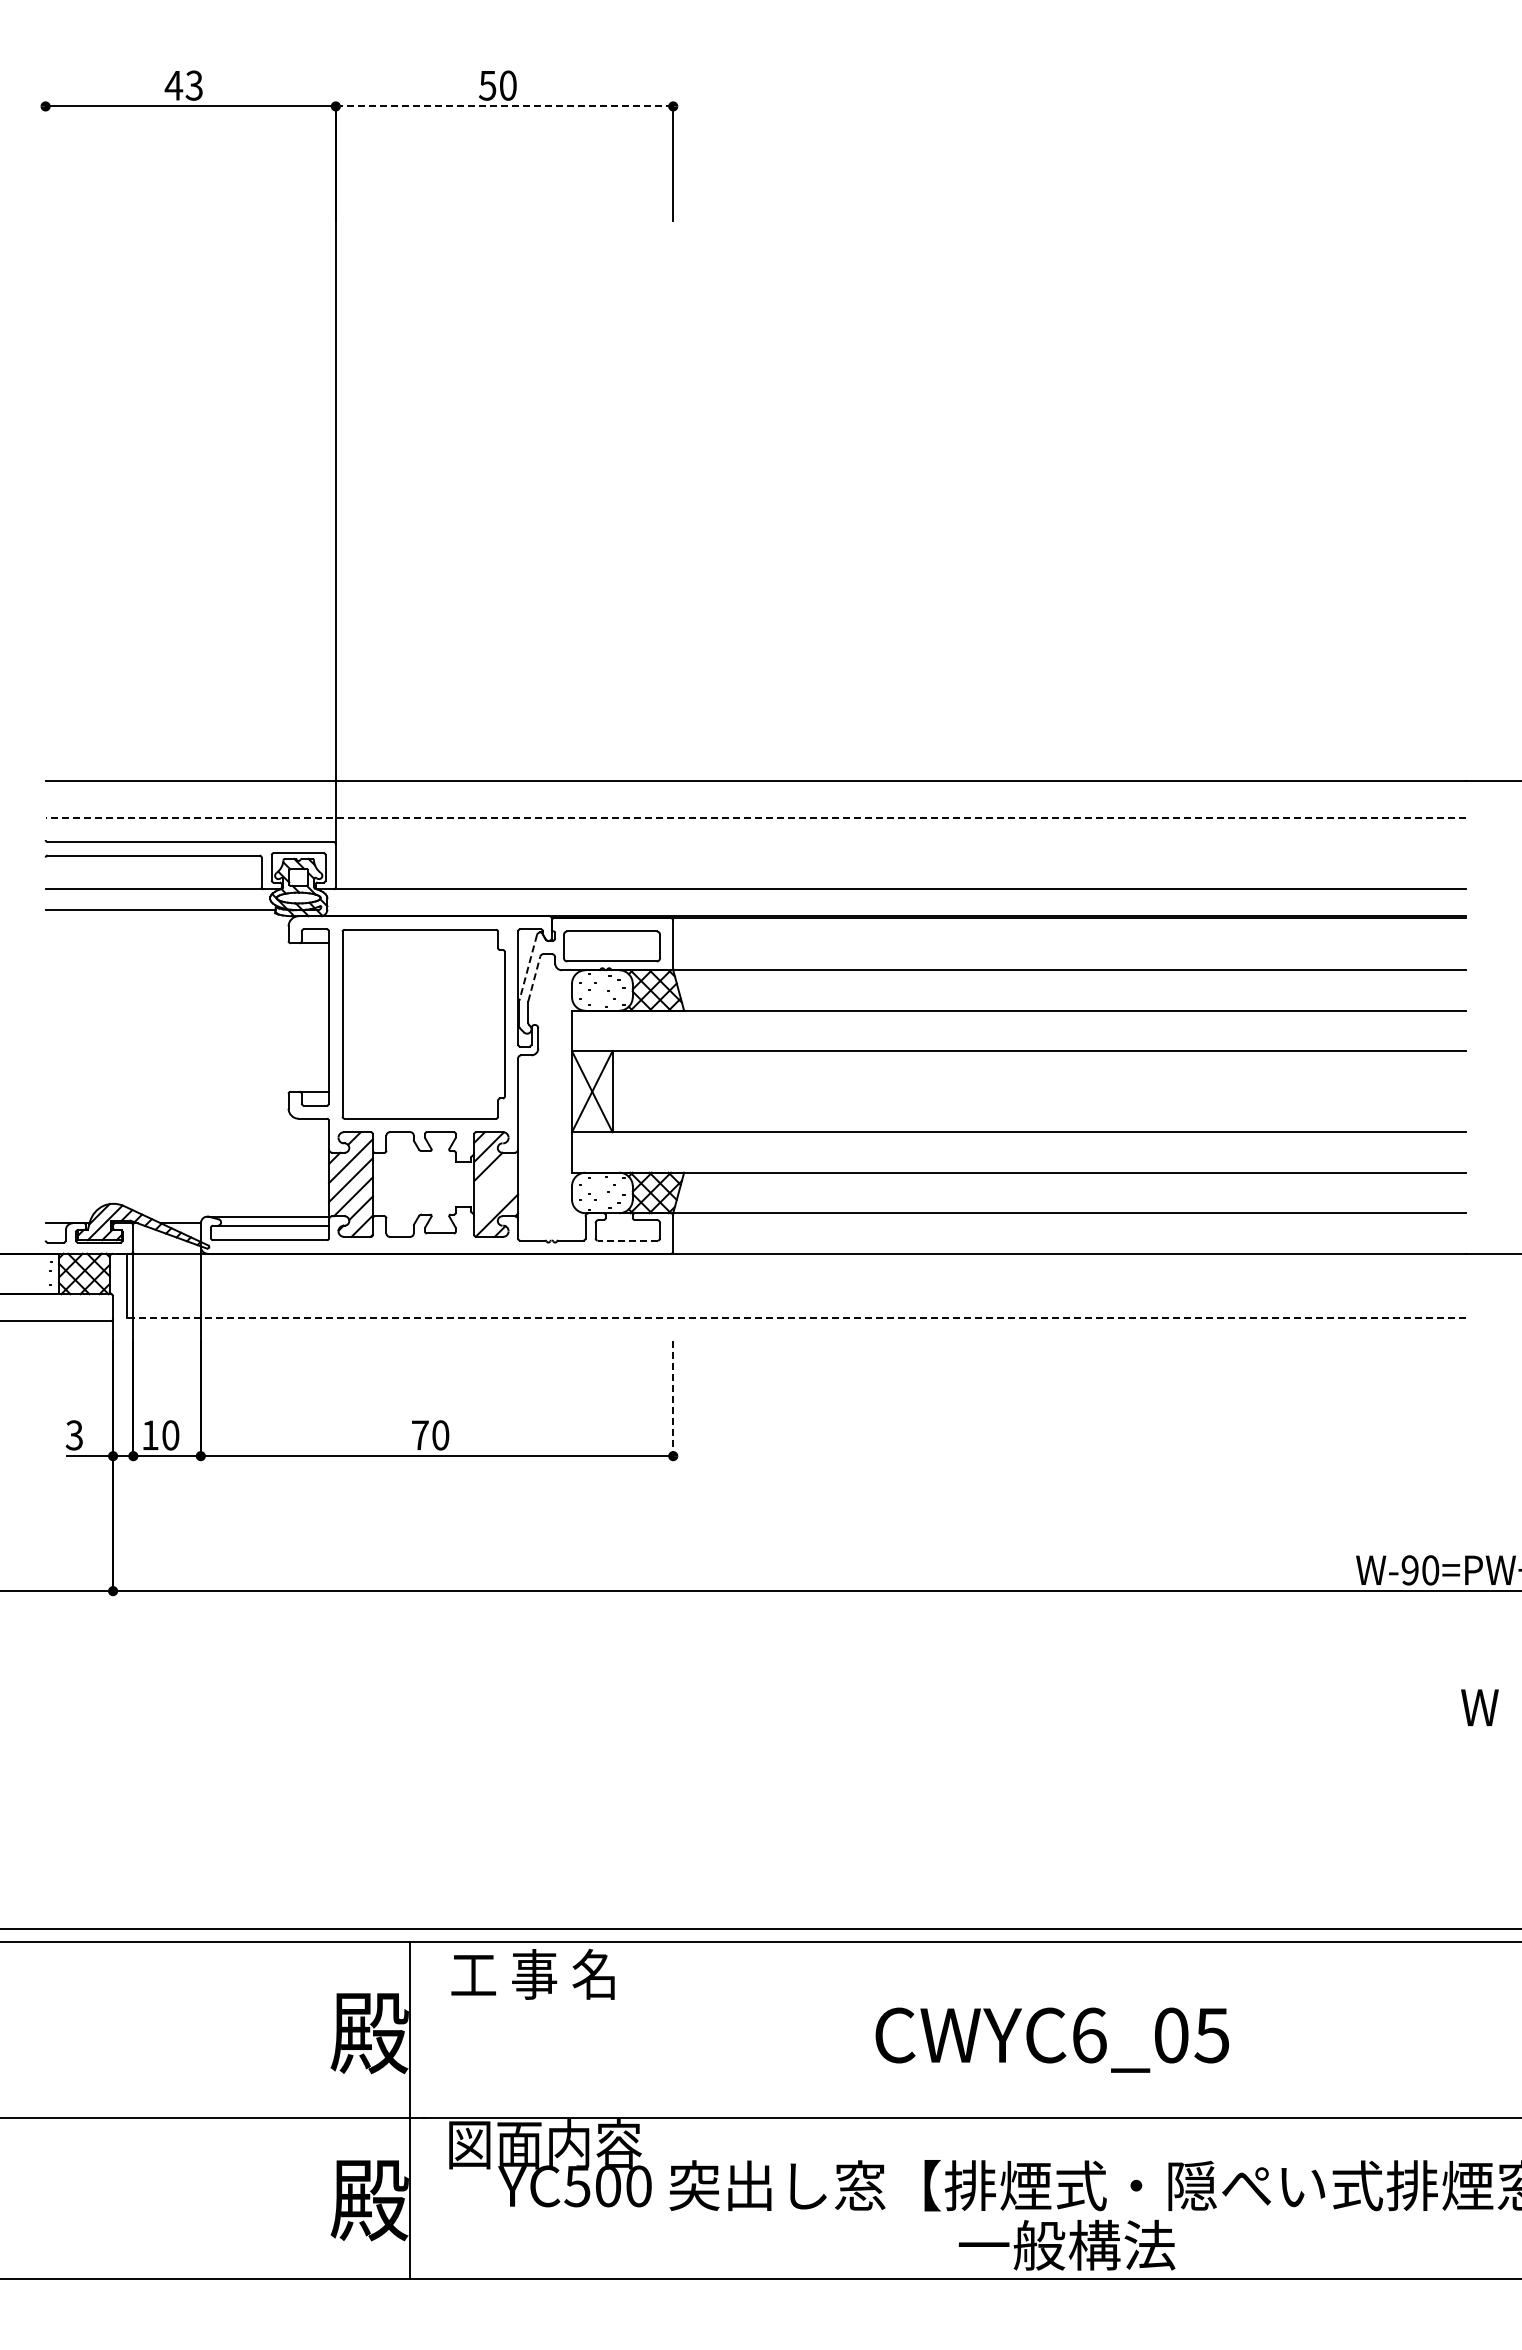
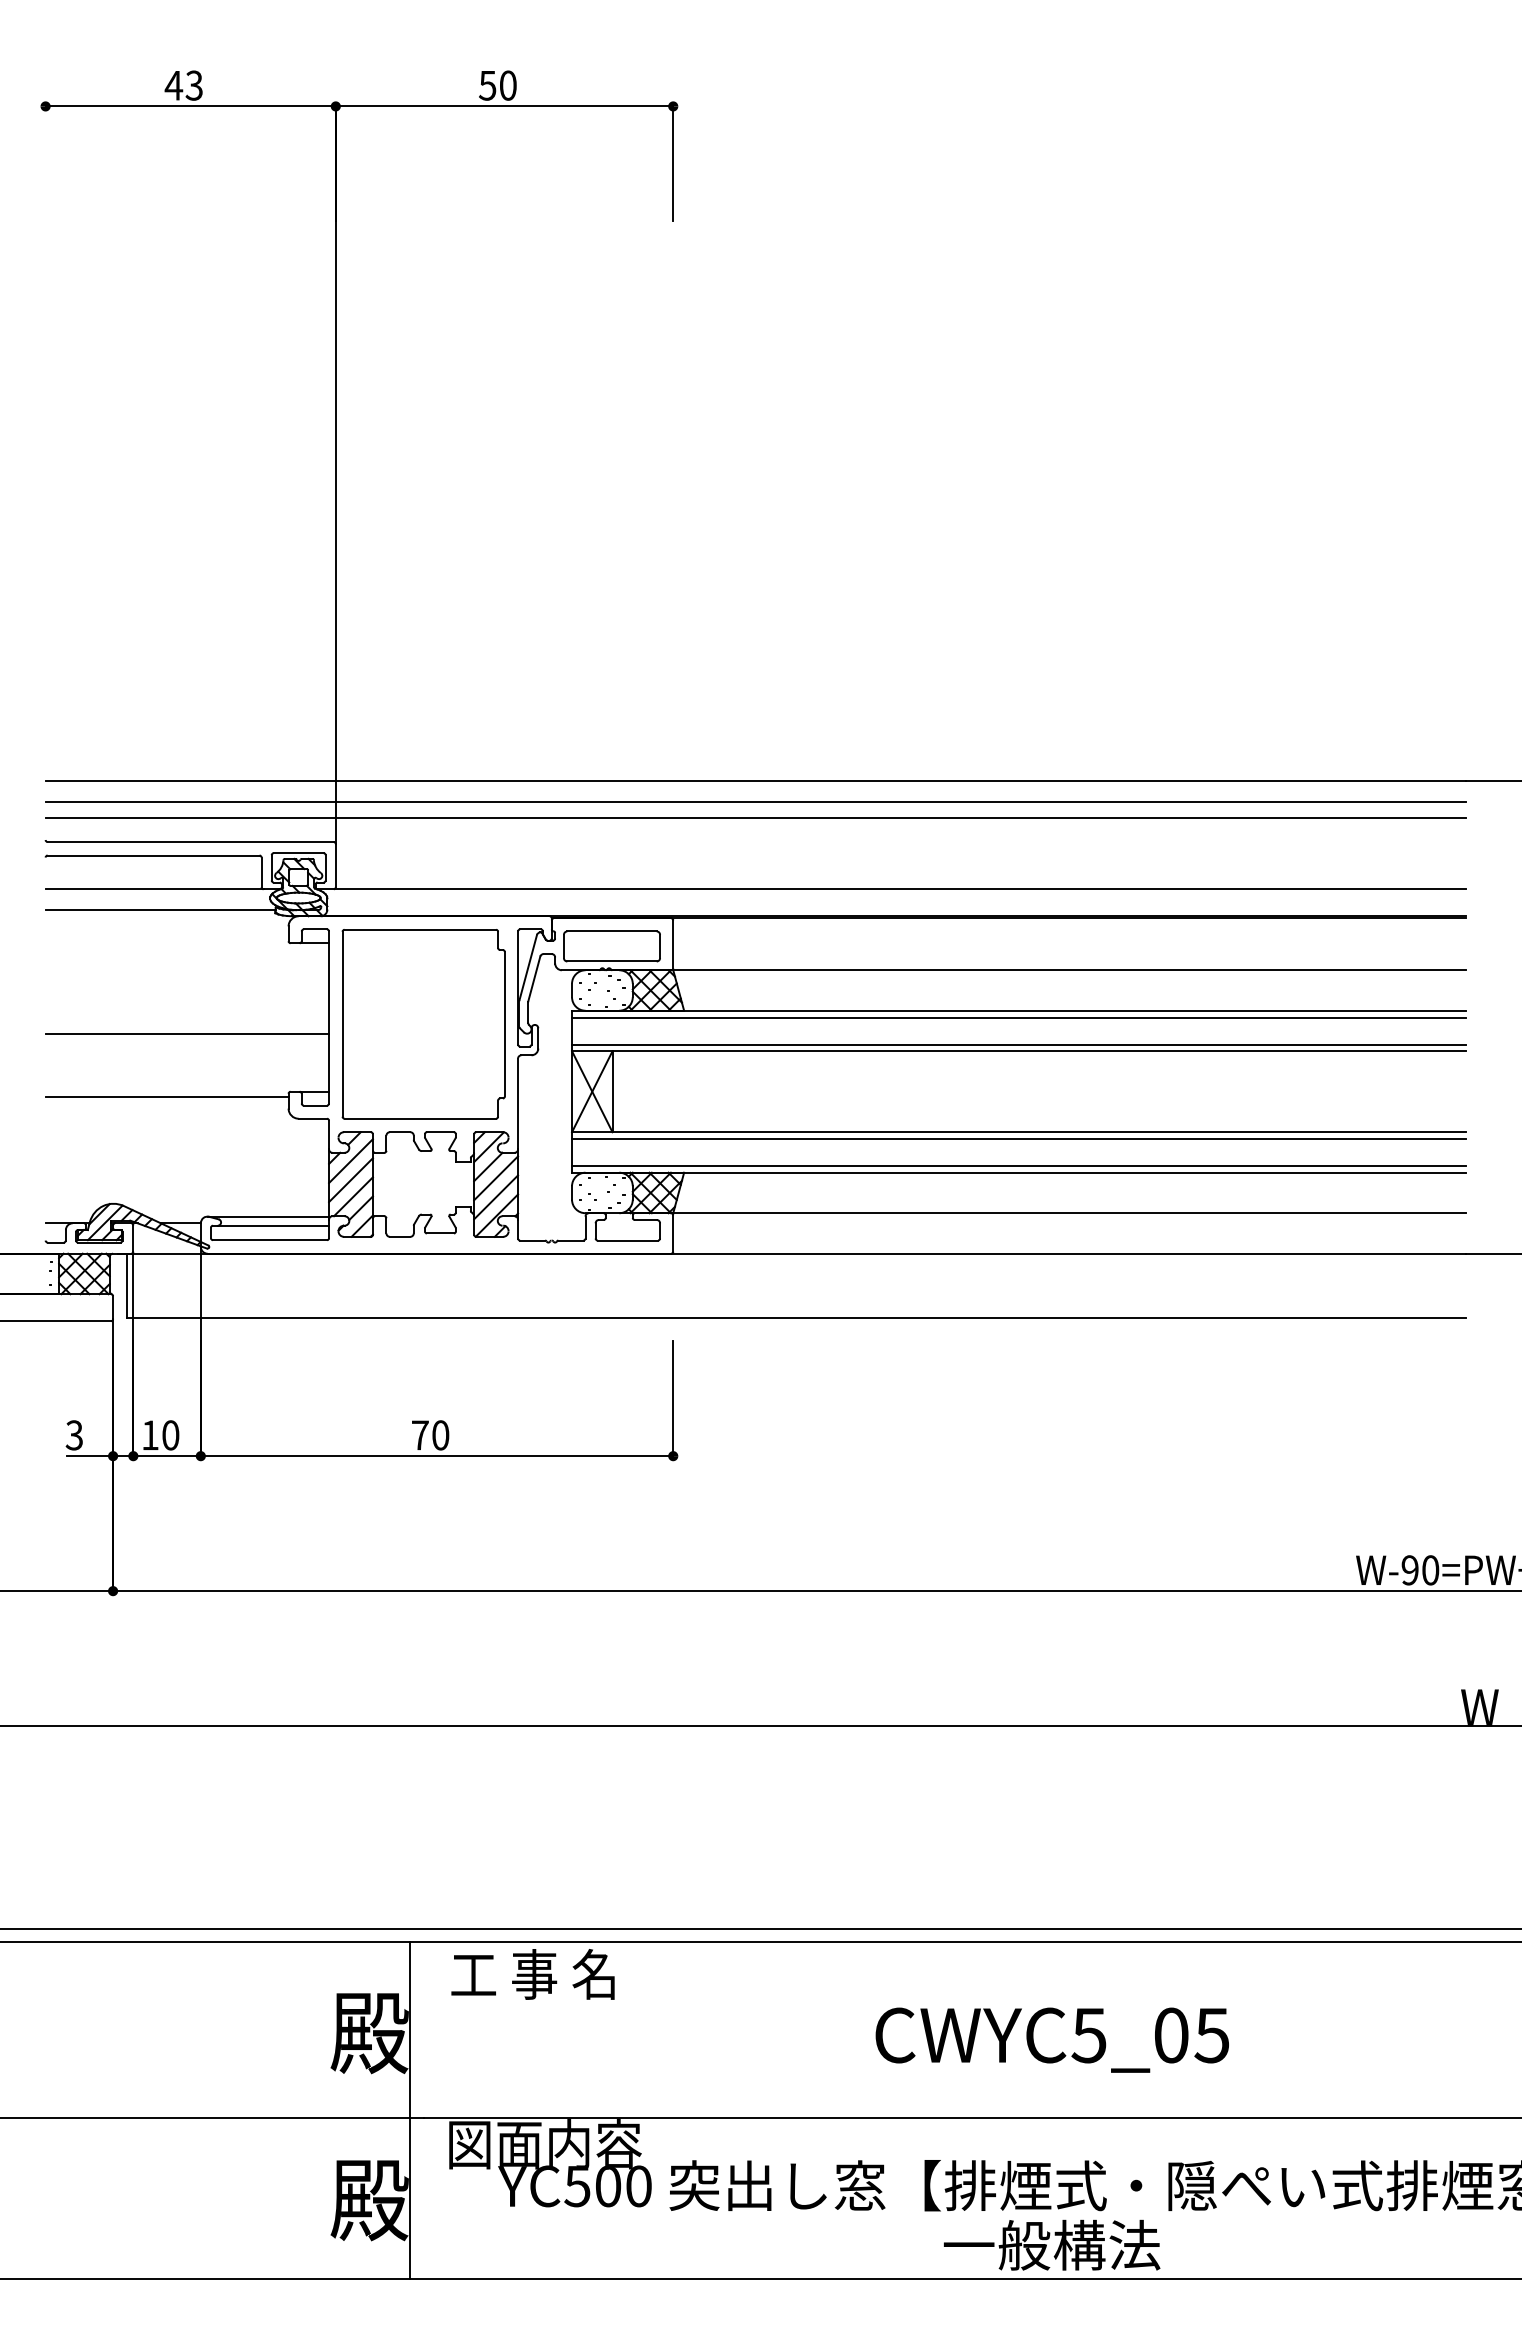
line at (504, 106): dashed -> solid
line at (755, 801): none -> present
line at (755, 818): dashed -> solid
line at (528, 967): dashed -> solid
line at (534, 978): dashed -> solid
line at (1018, 1017): none -> present
line at (187, 1034): none -> present
line at (1019, 1044): none -> present
line at (166, 1096): none -> present
line at (1019, 1138): none -> present
line at (1019, 1165): none -> present
line at (496, 1178): none -> present
line at (496, 1197): none -> present
line at (627, 1240): dashed -> solid
line at (796, 1317): dashed -> solid
line at (673, 1400): dashed -> solid
line at (760, 1726): none -> present
text at (1088, 2035): CWYC6_05 -> CWYC5_05
text at (1067, 2244) position: (1067, 2244) -> (1052, 2244)
